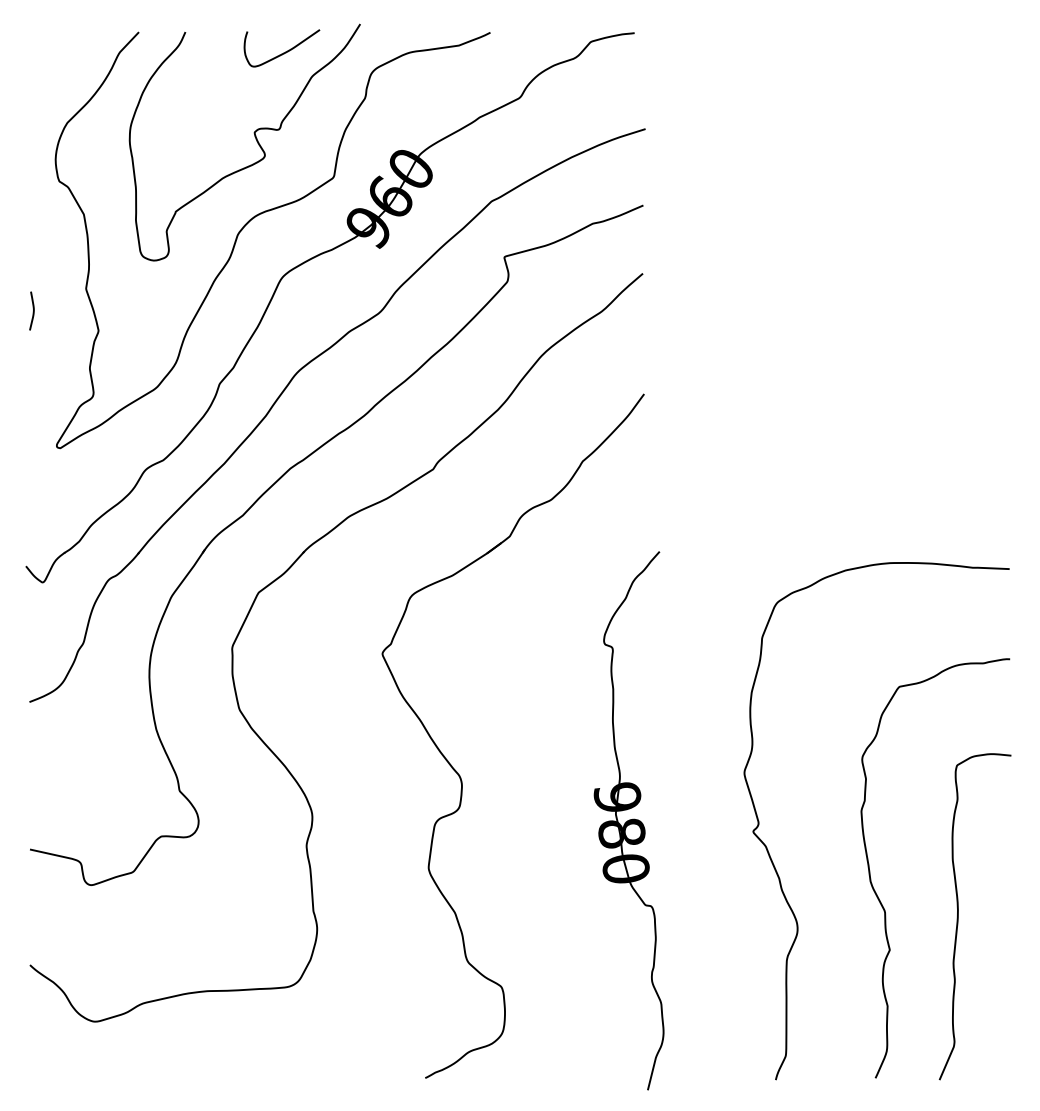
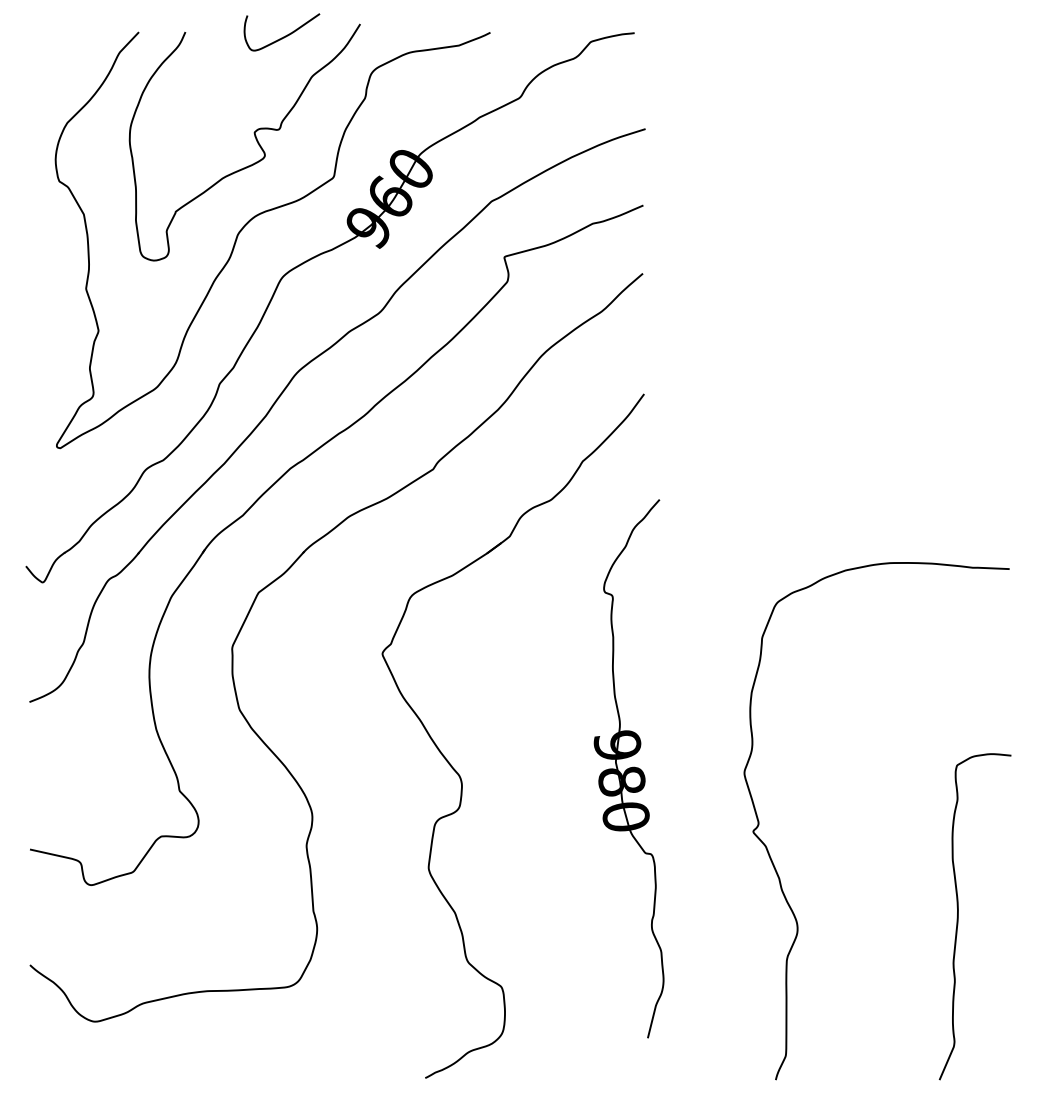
curve at (283, 52) position: (283, 52) -> (283, 36)
curve at (33, 310): present -> none
part at (628, 820) position: (628, 820) -> (628, 768)
curve at (878, 896): present -> none
